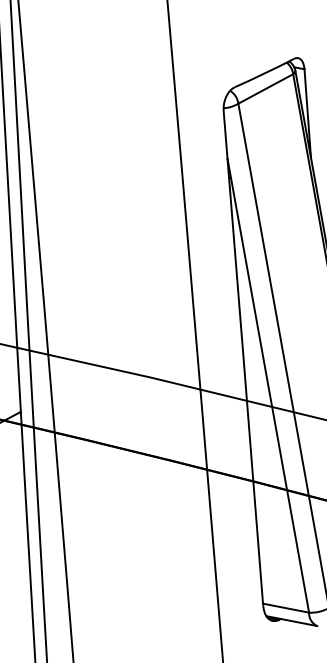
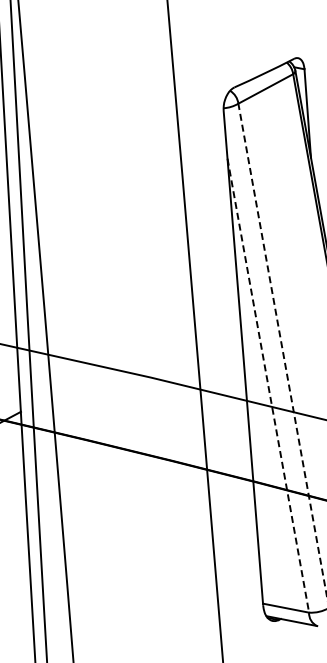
line at (282, 349): solid -> dashed
line at (268, 385): solid -> dashed
